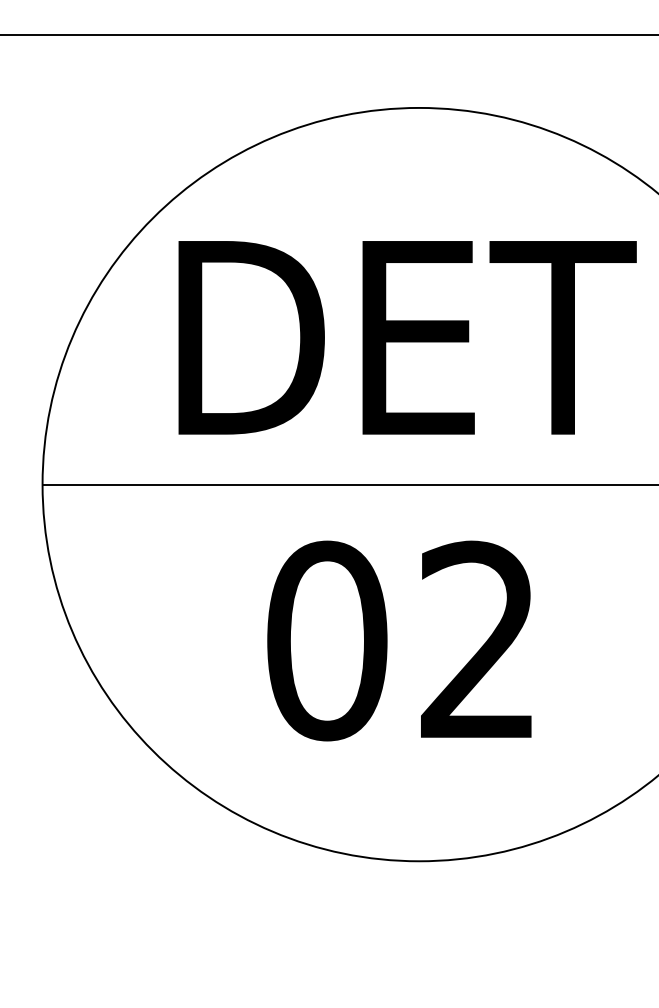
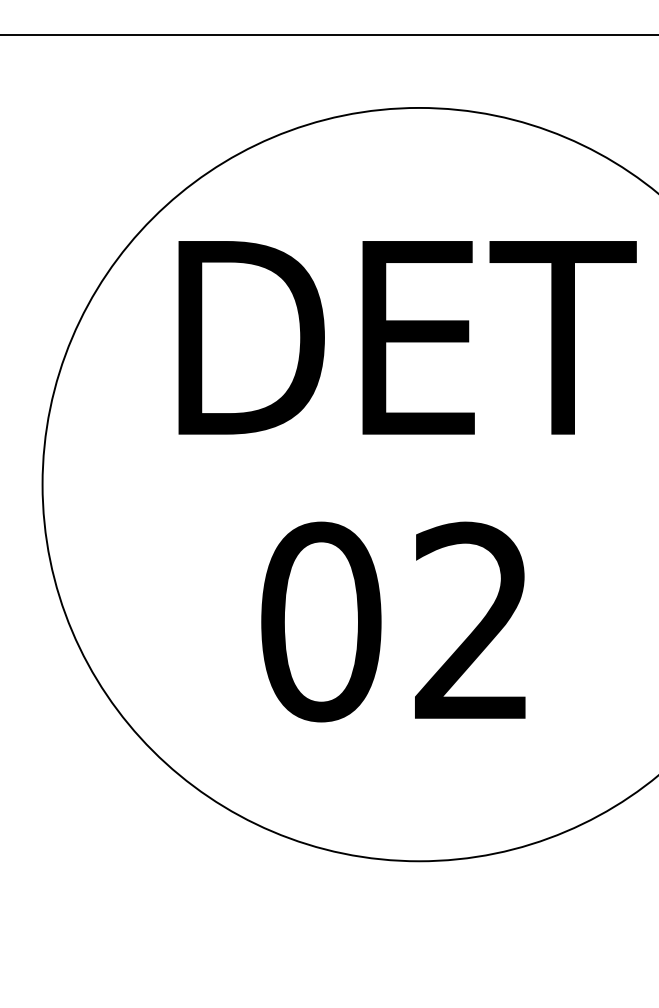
line at (348, 484): present -> none
text at (399, 640) position: (399, 640) -> (393, 621)
